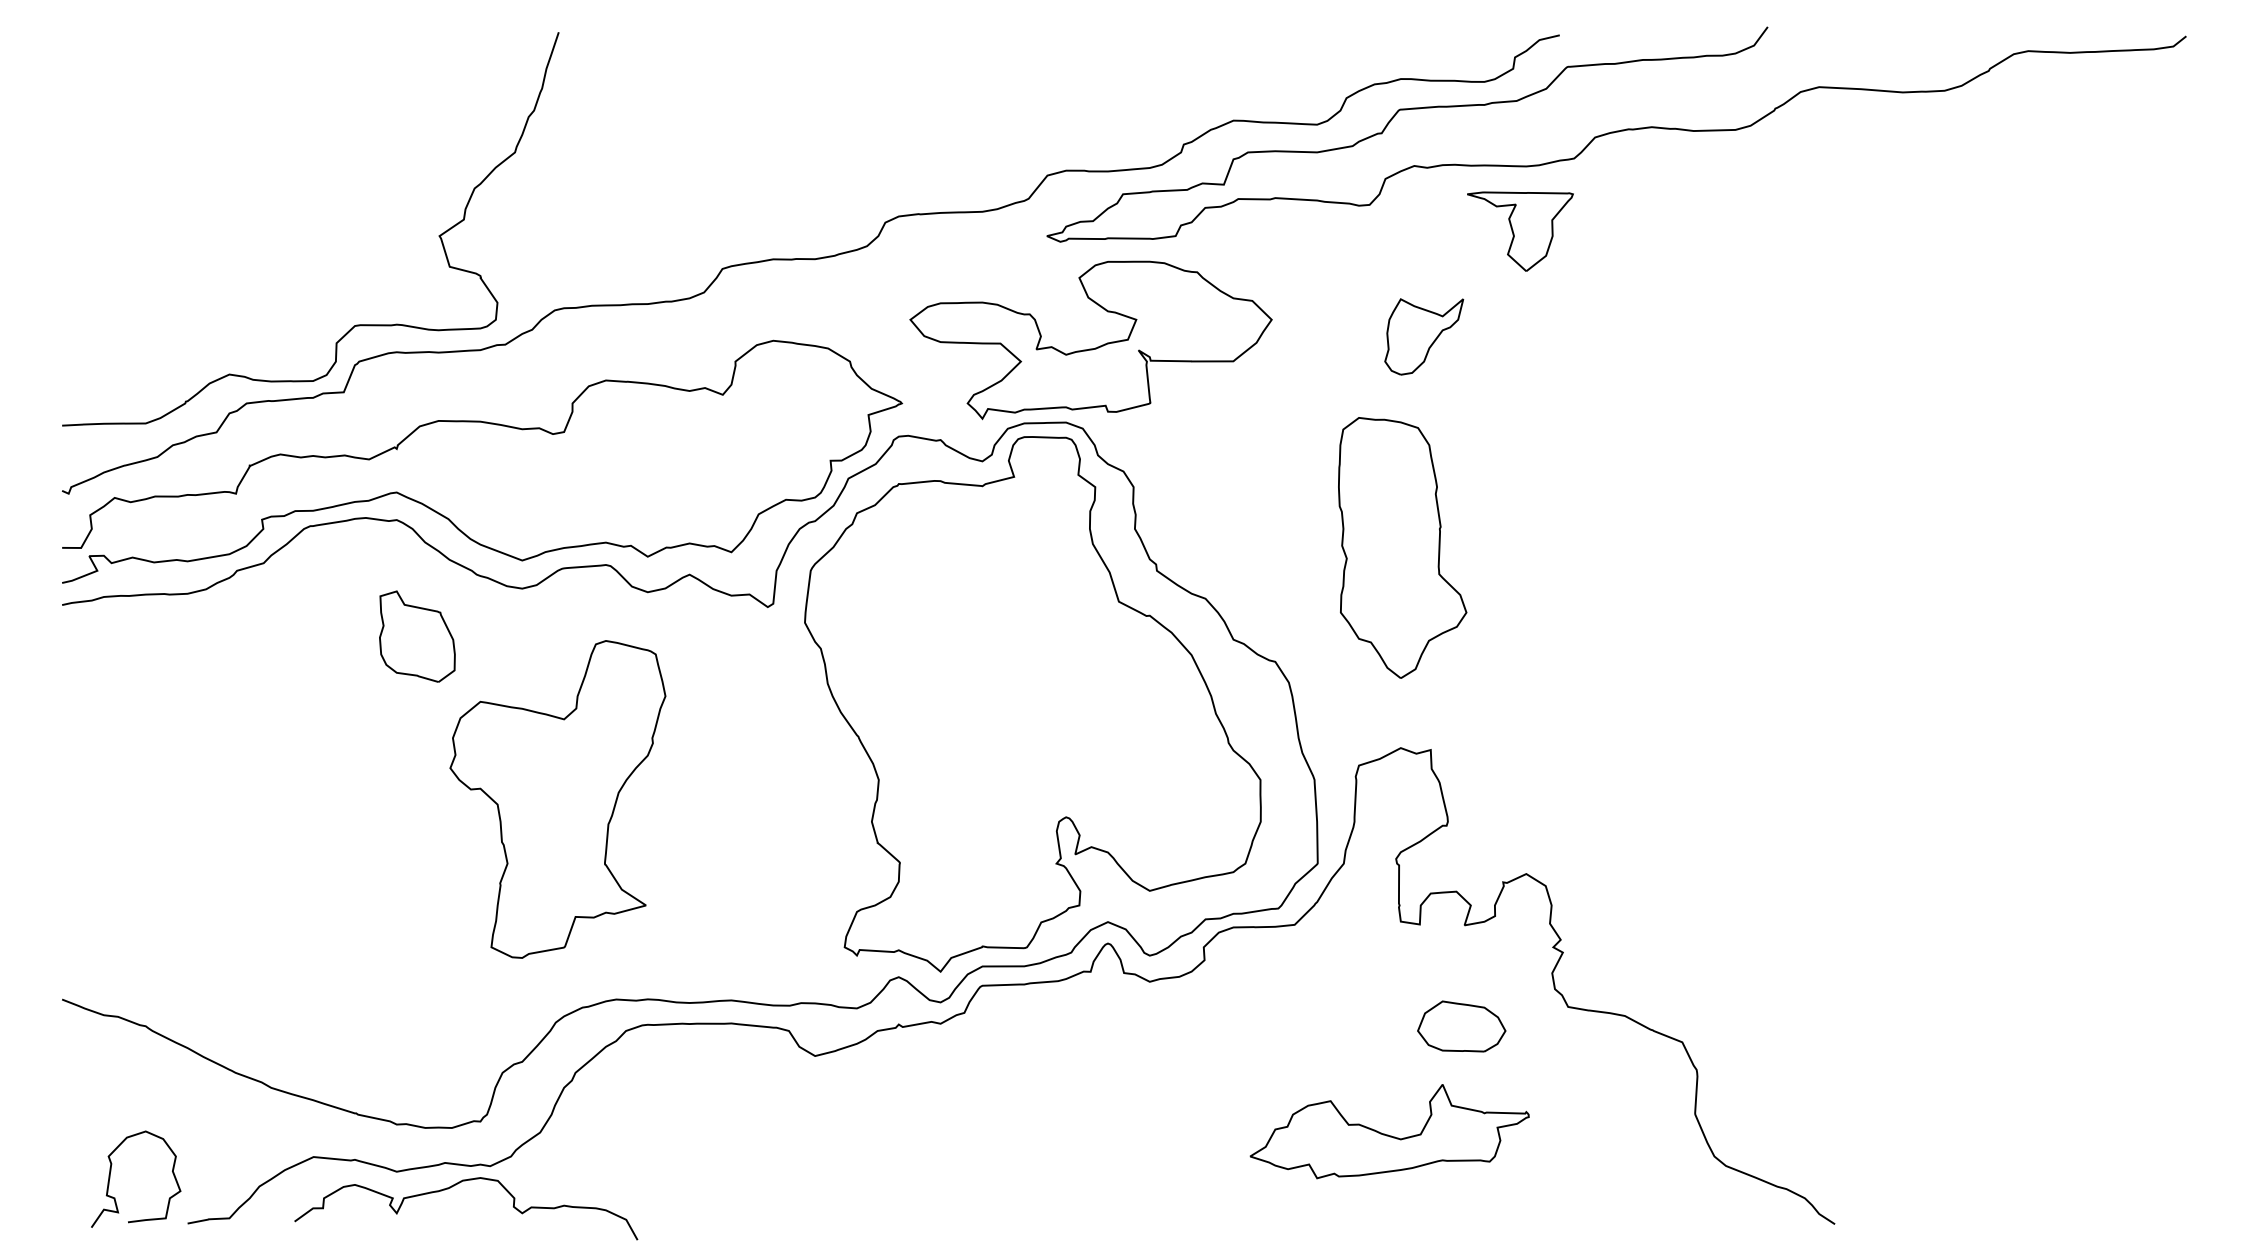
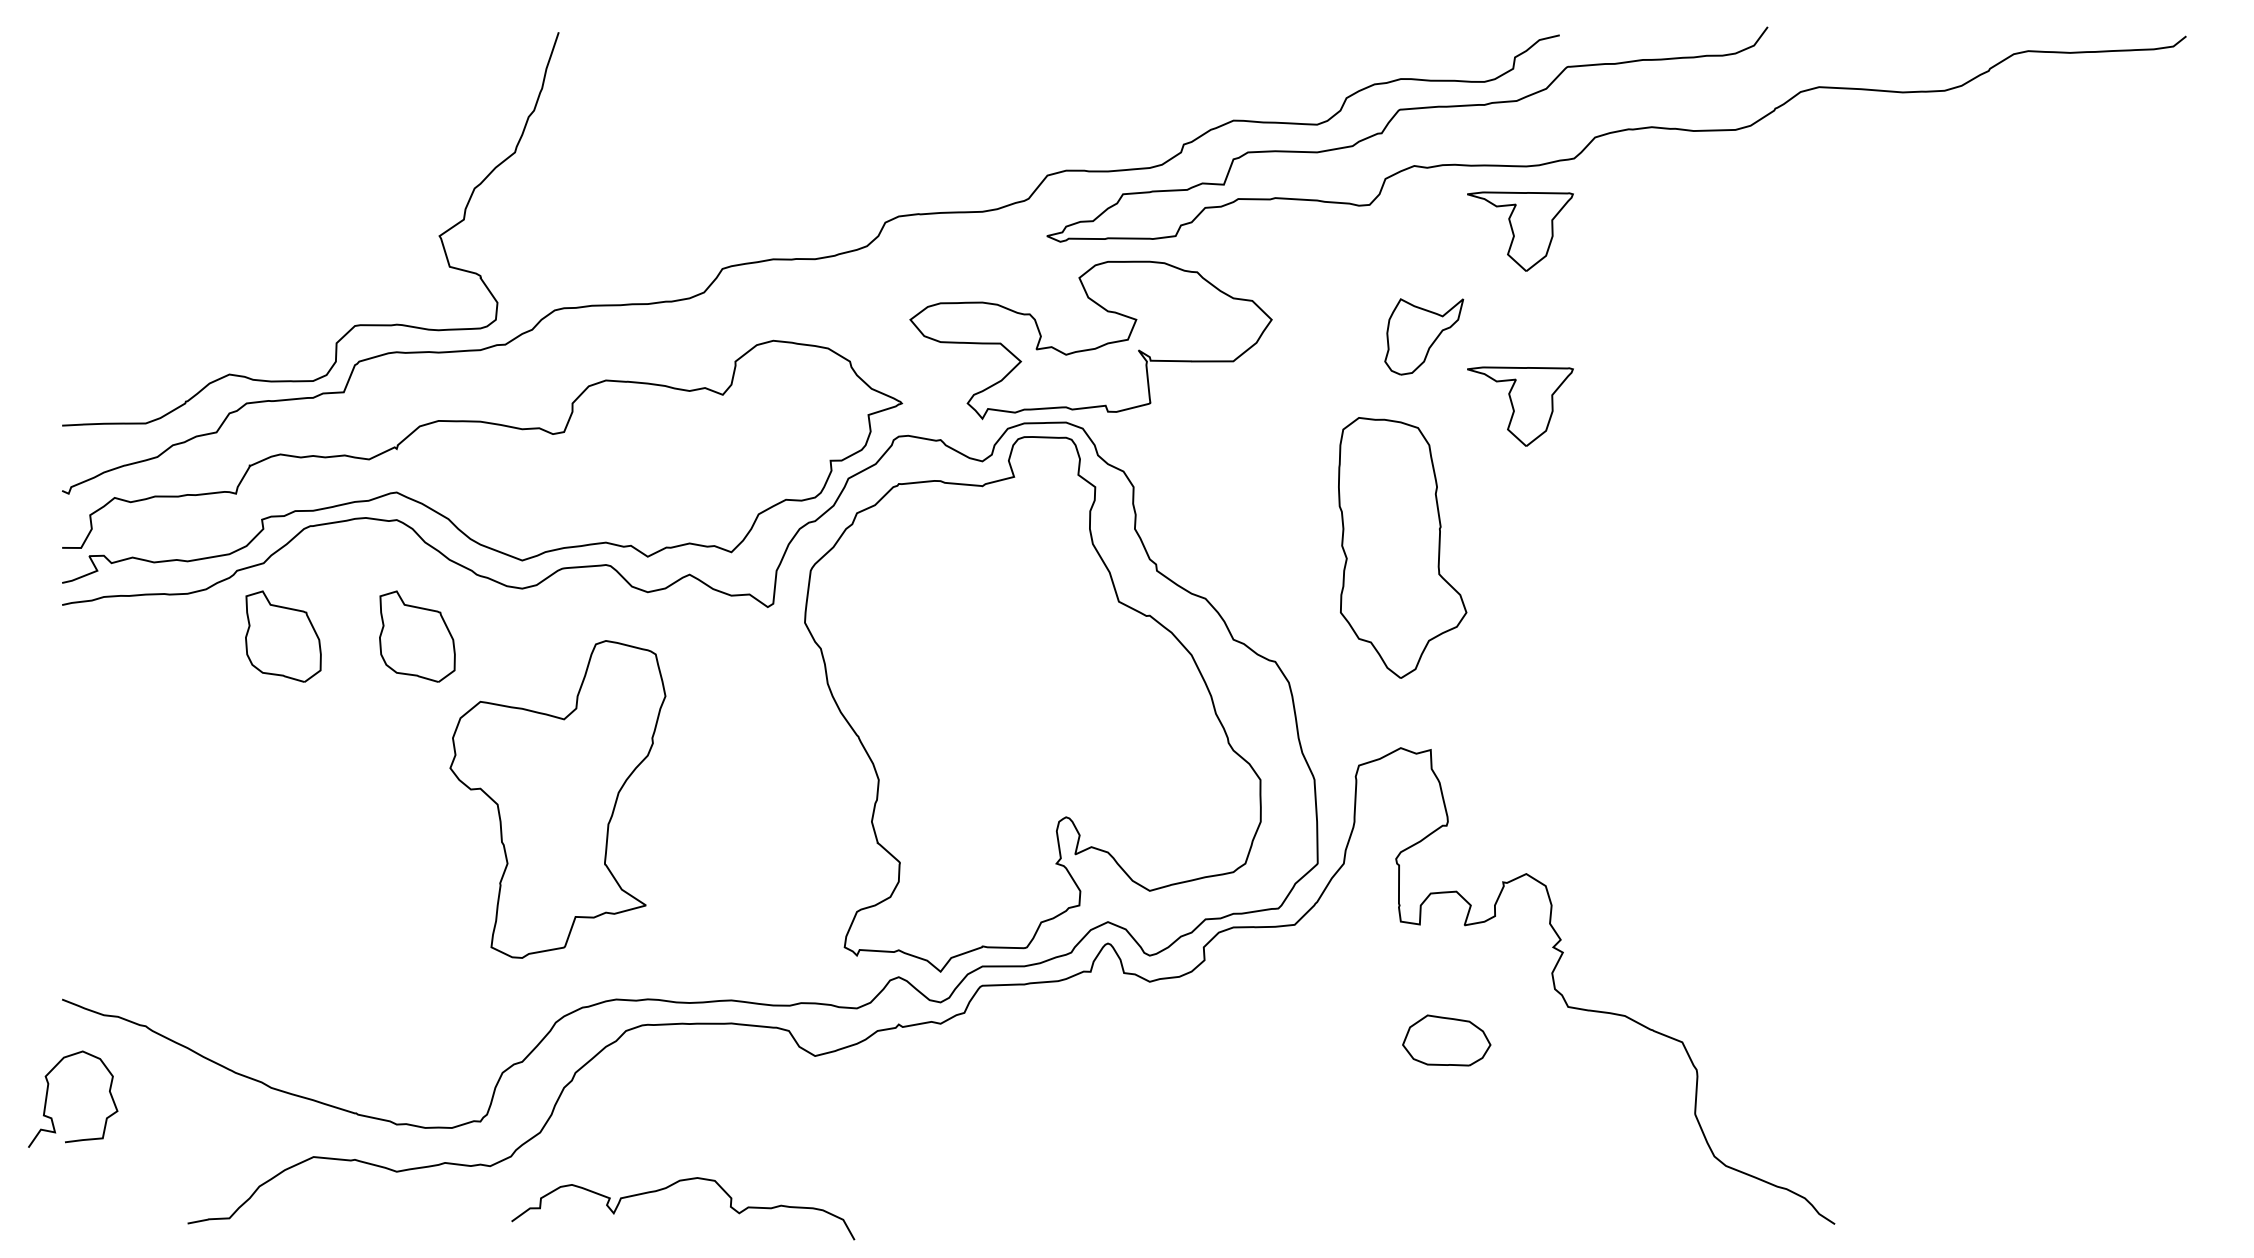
part at (1520, 406): none -> present
part at (283, 636): none -> present
part at (1461, 1026) position: (1461, 1026) -> (1446, 1040)
part at (1389, 1131): present -> none
curve at (111, 1171) position: (111, 1171) -> (48, 1091)
curve at (454, 1186) position: (454, 1186) -> (671, 1186)
